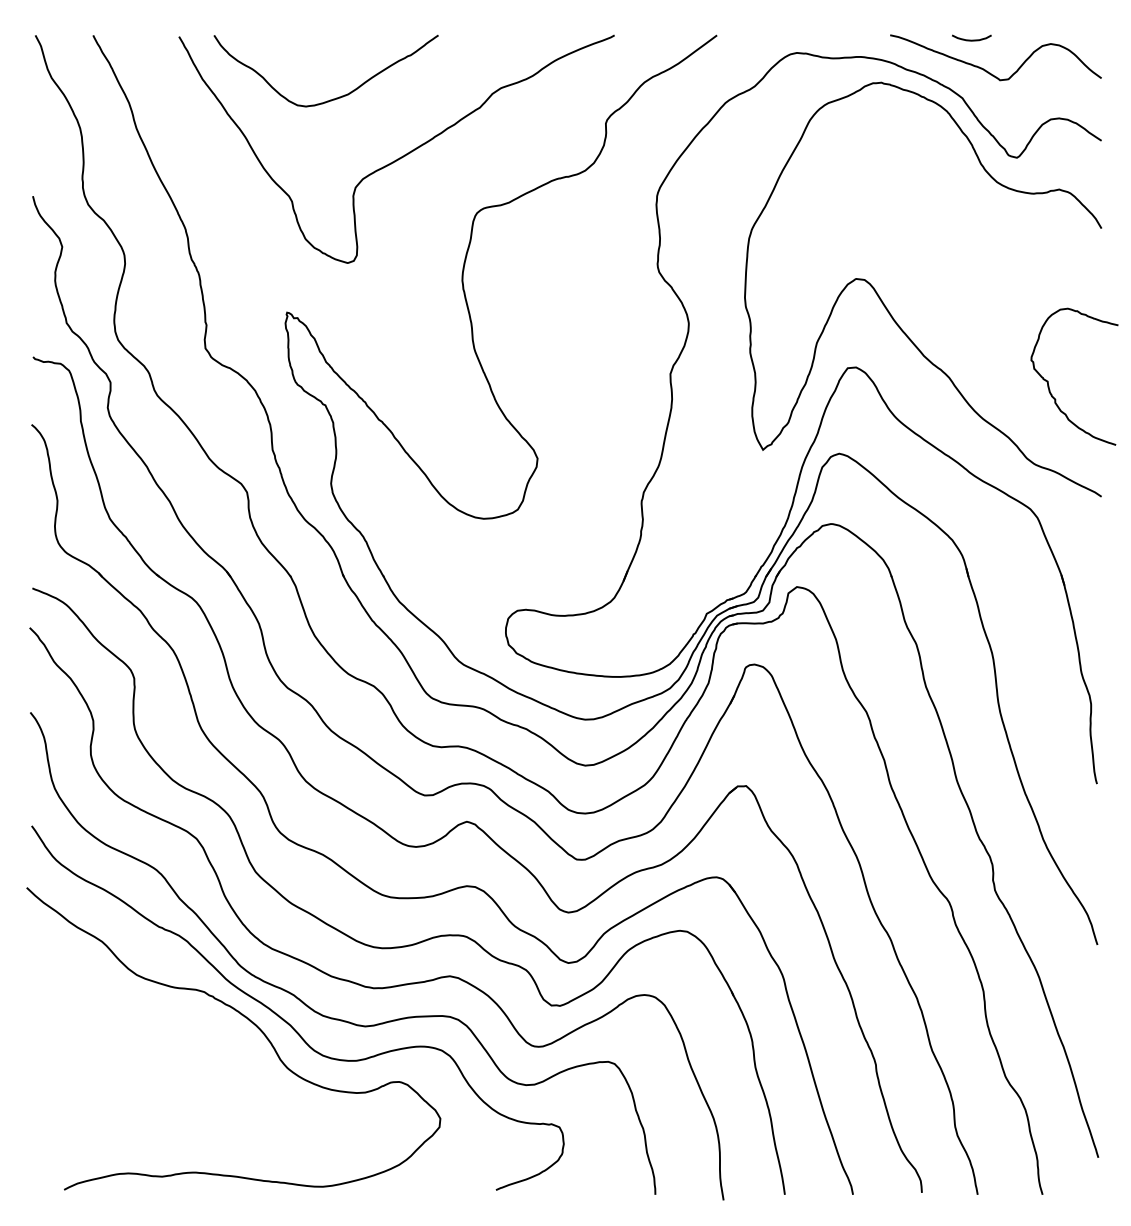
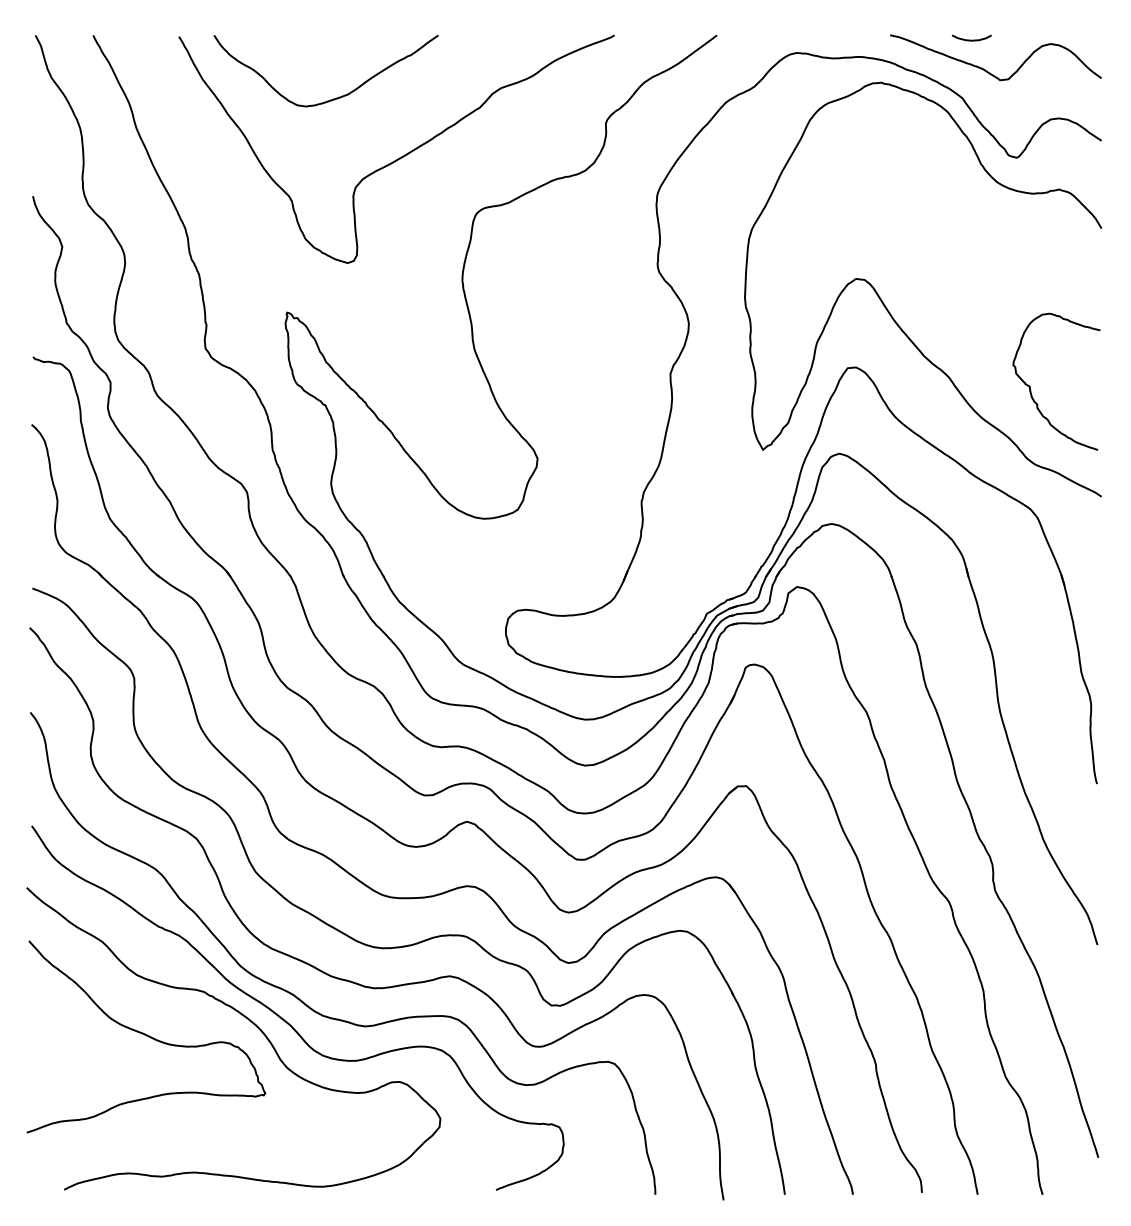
curve at (1048, 381) position: (1048, 381) -> (1030, 386)
curve at (146, 1036): none -> present
